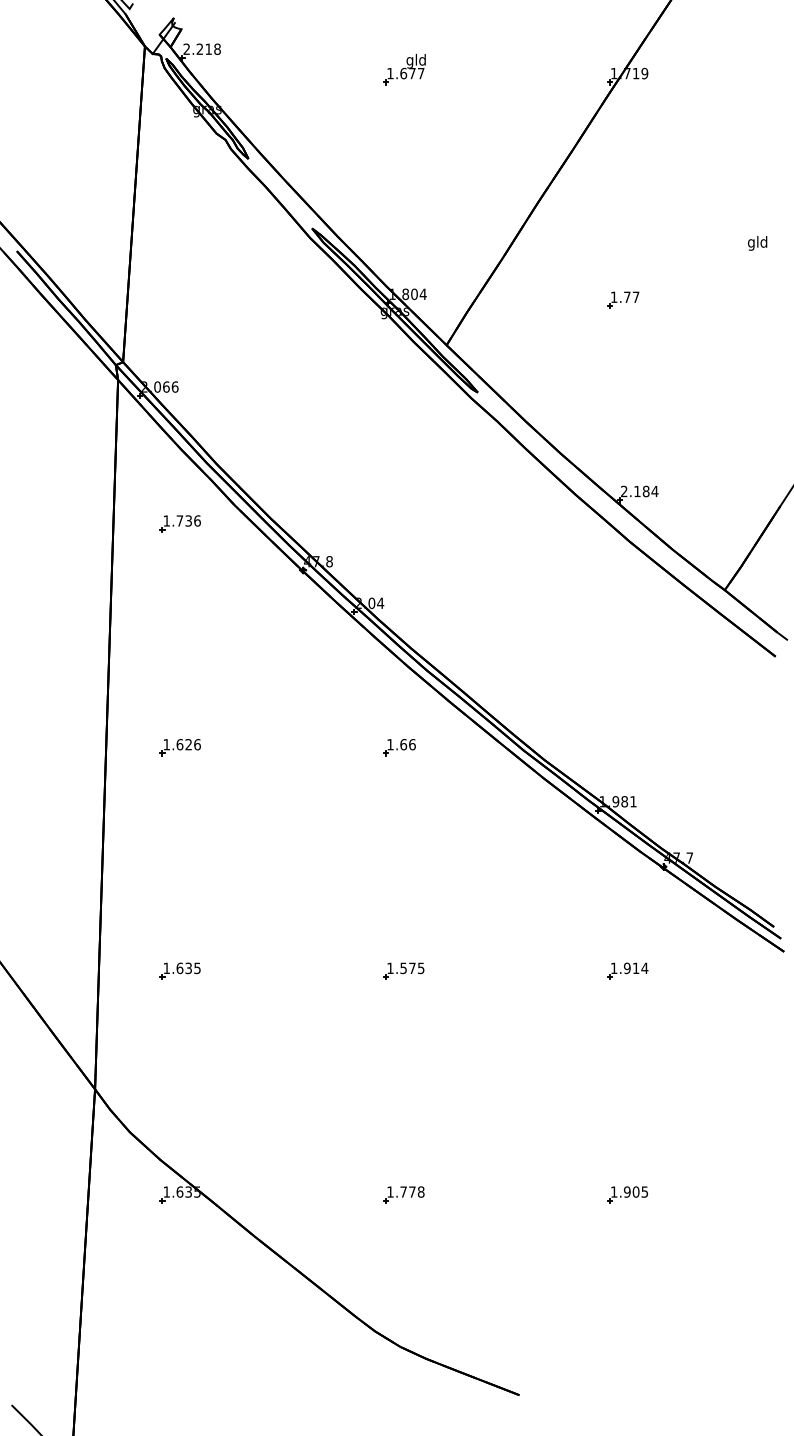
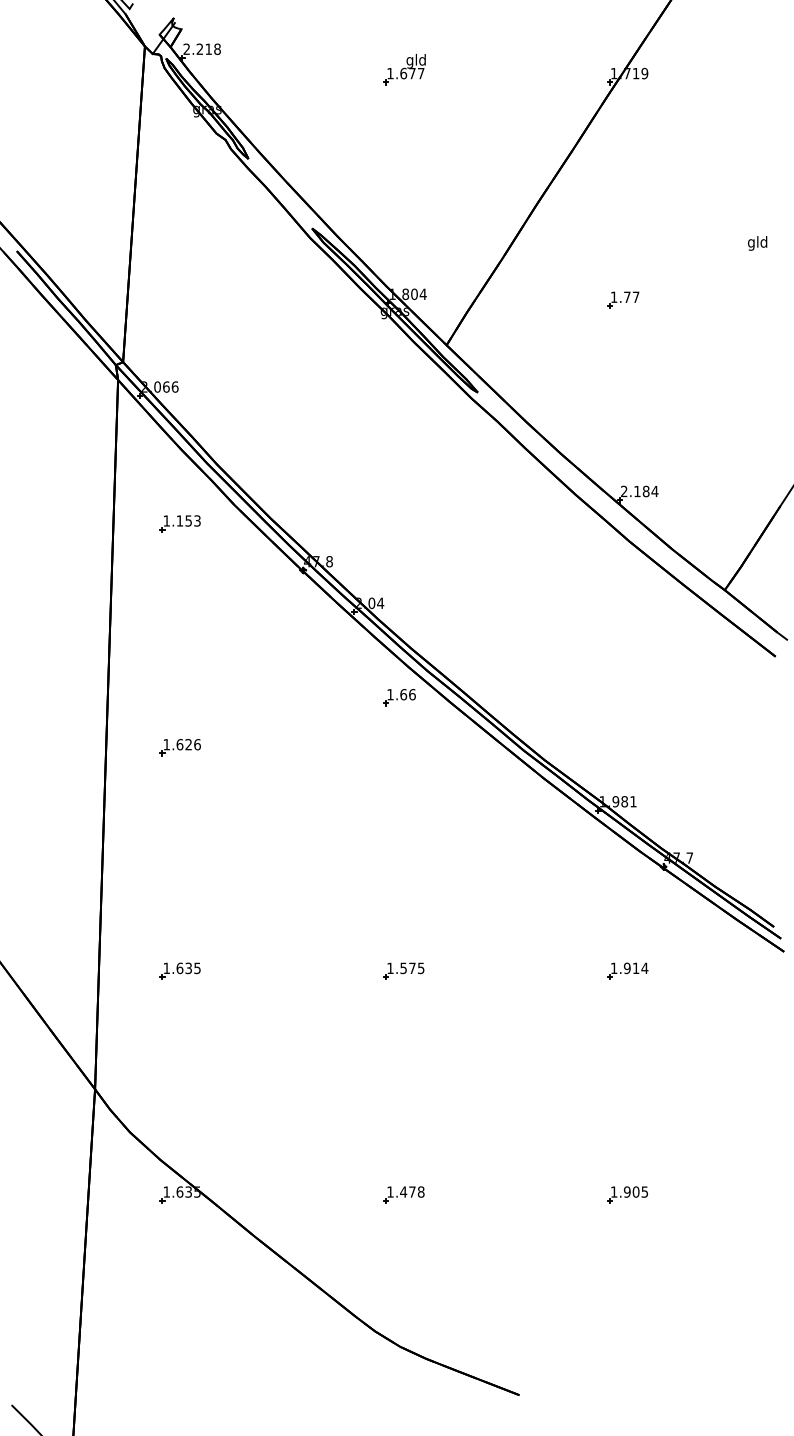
text at (188, 520): 1.736 -> 1.153
part at (399, 747) position: (399, 747) -> (399, 697)
text at (403, 1191): 1.778 -> 1.478
